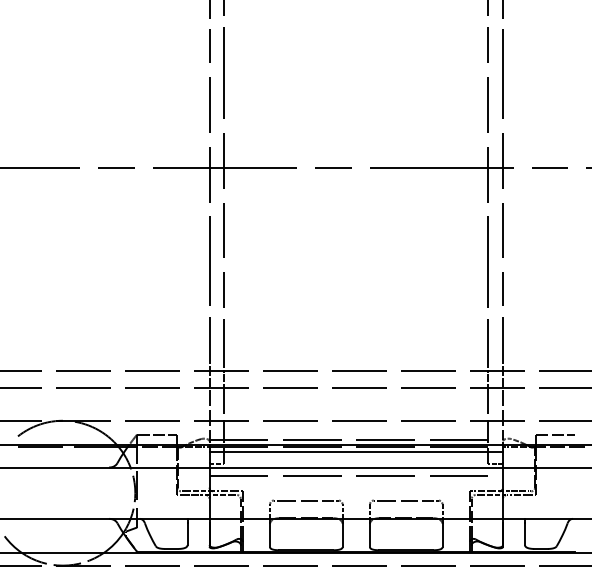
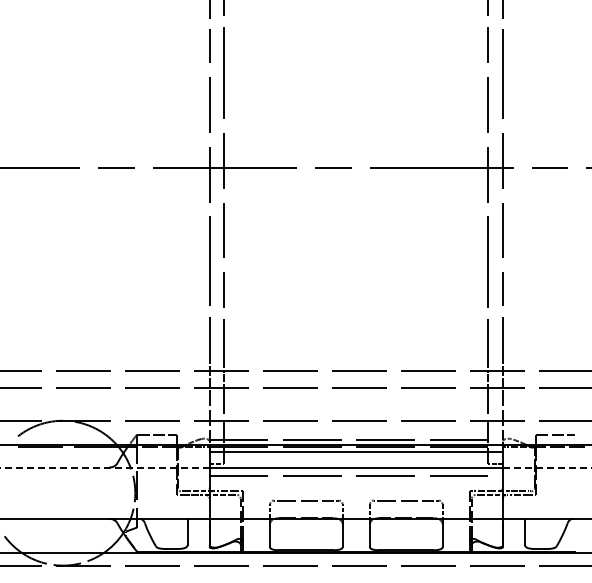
line at (104, 467): solid -> dashed
line at (546, 467): solid -> dashed
